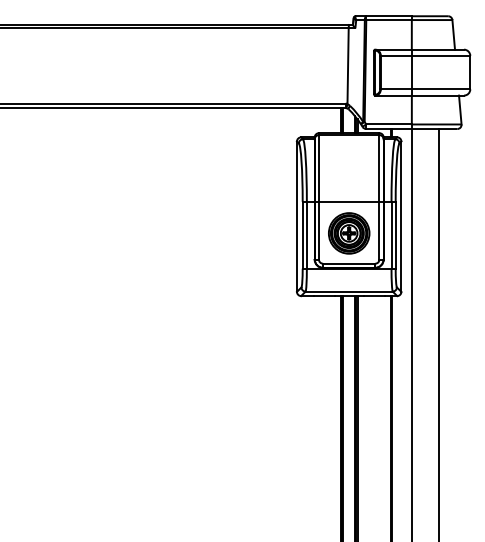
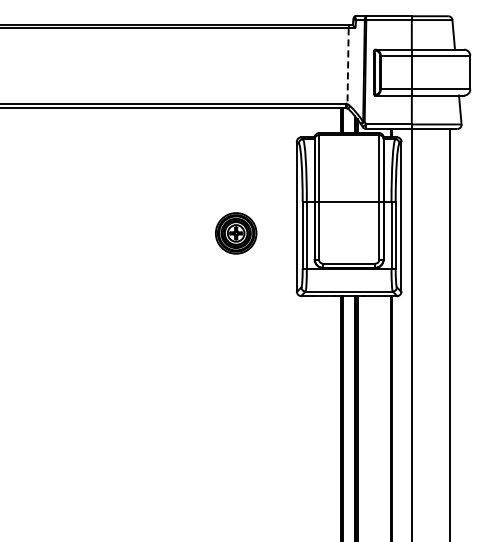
line at (348, 66): solid -> dashed
part at (349, 233) position: (349, 233) -> (236, 233)
line at (438, 333) position: (438, 333) -> (449, 333)
